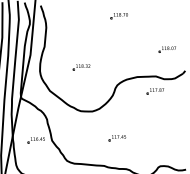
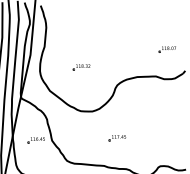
part at (118, 16): present -> none
part at (154, 91): present -> none
